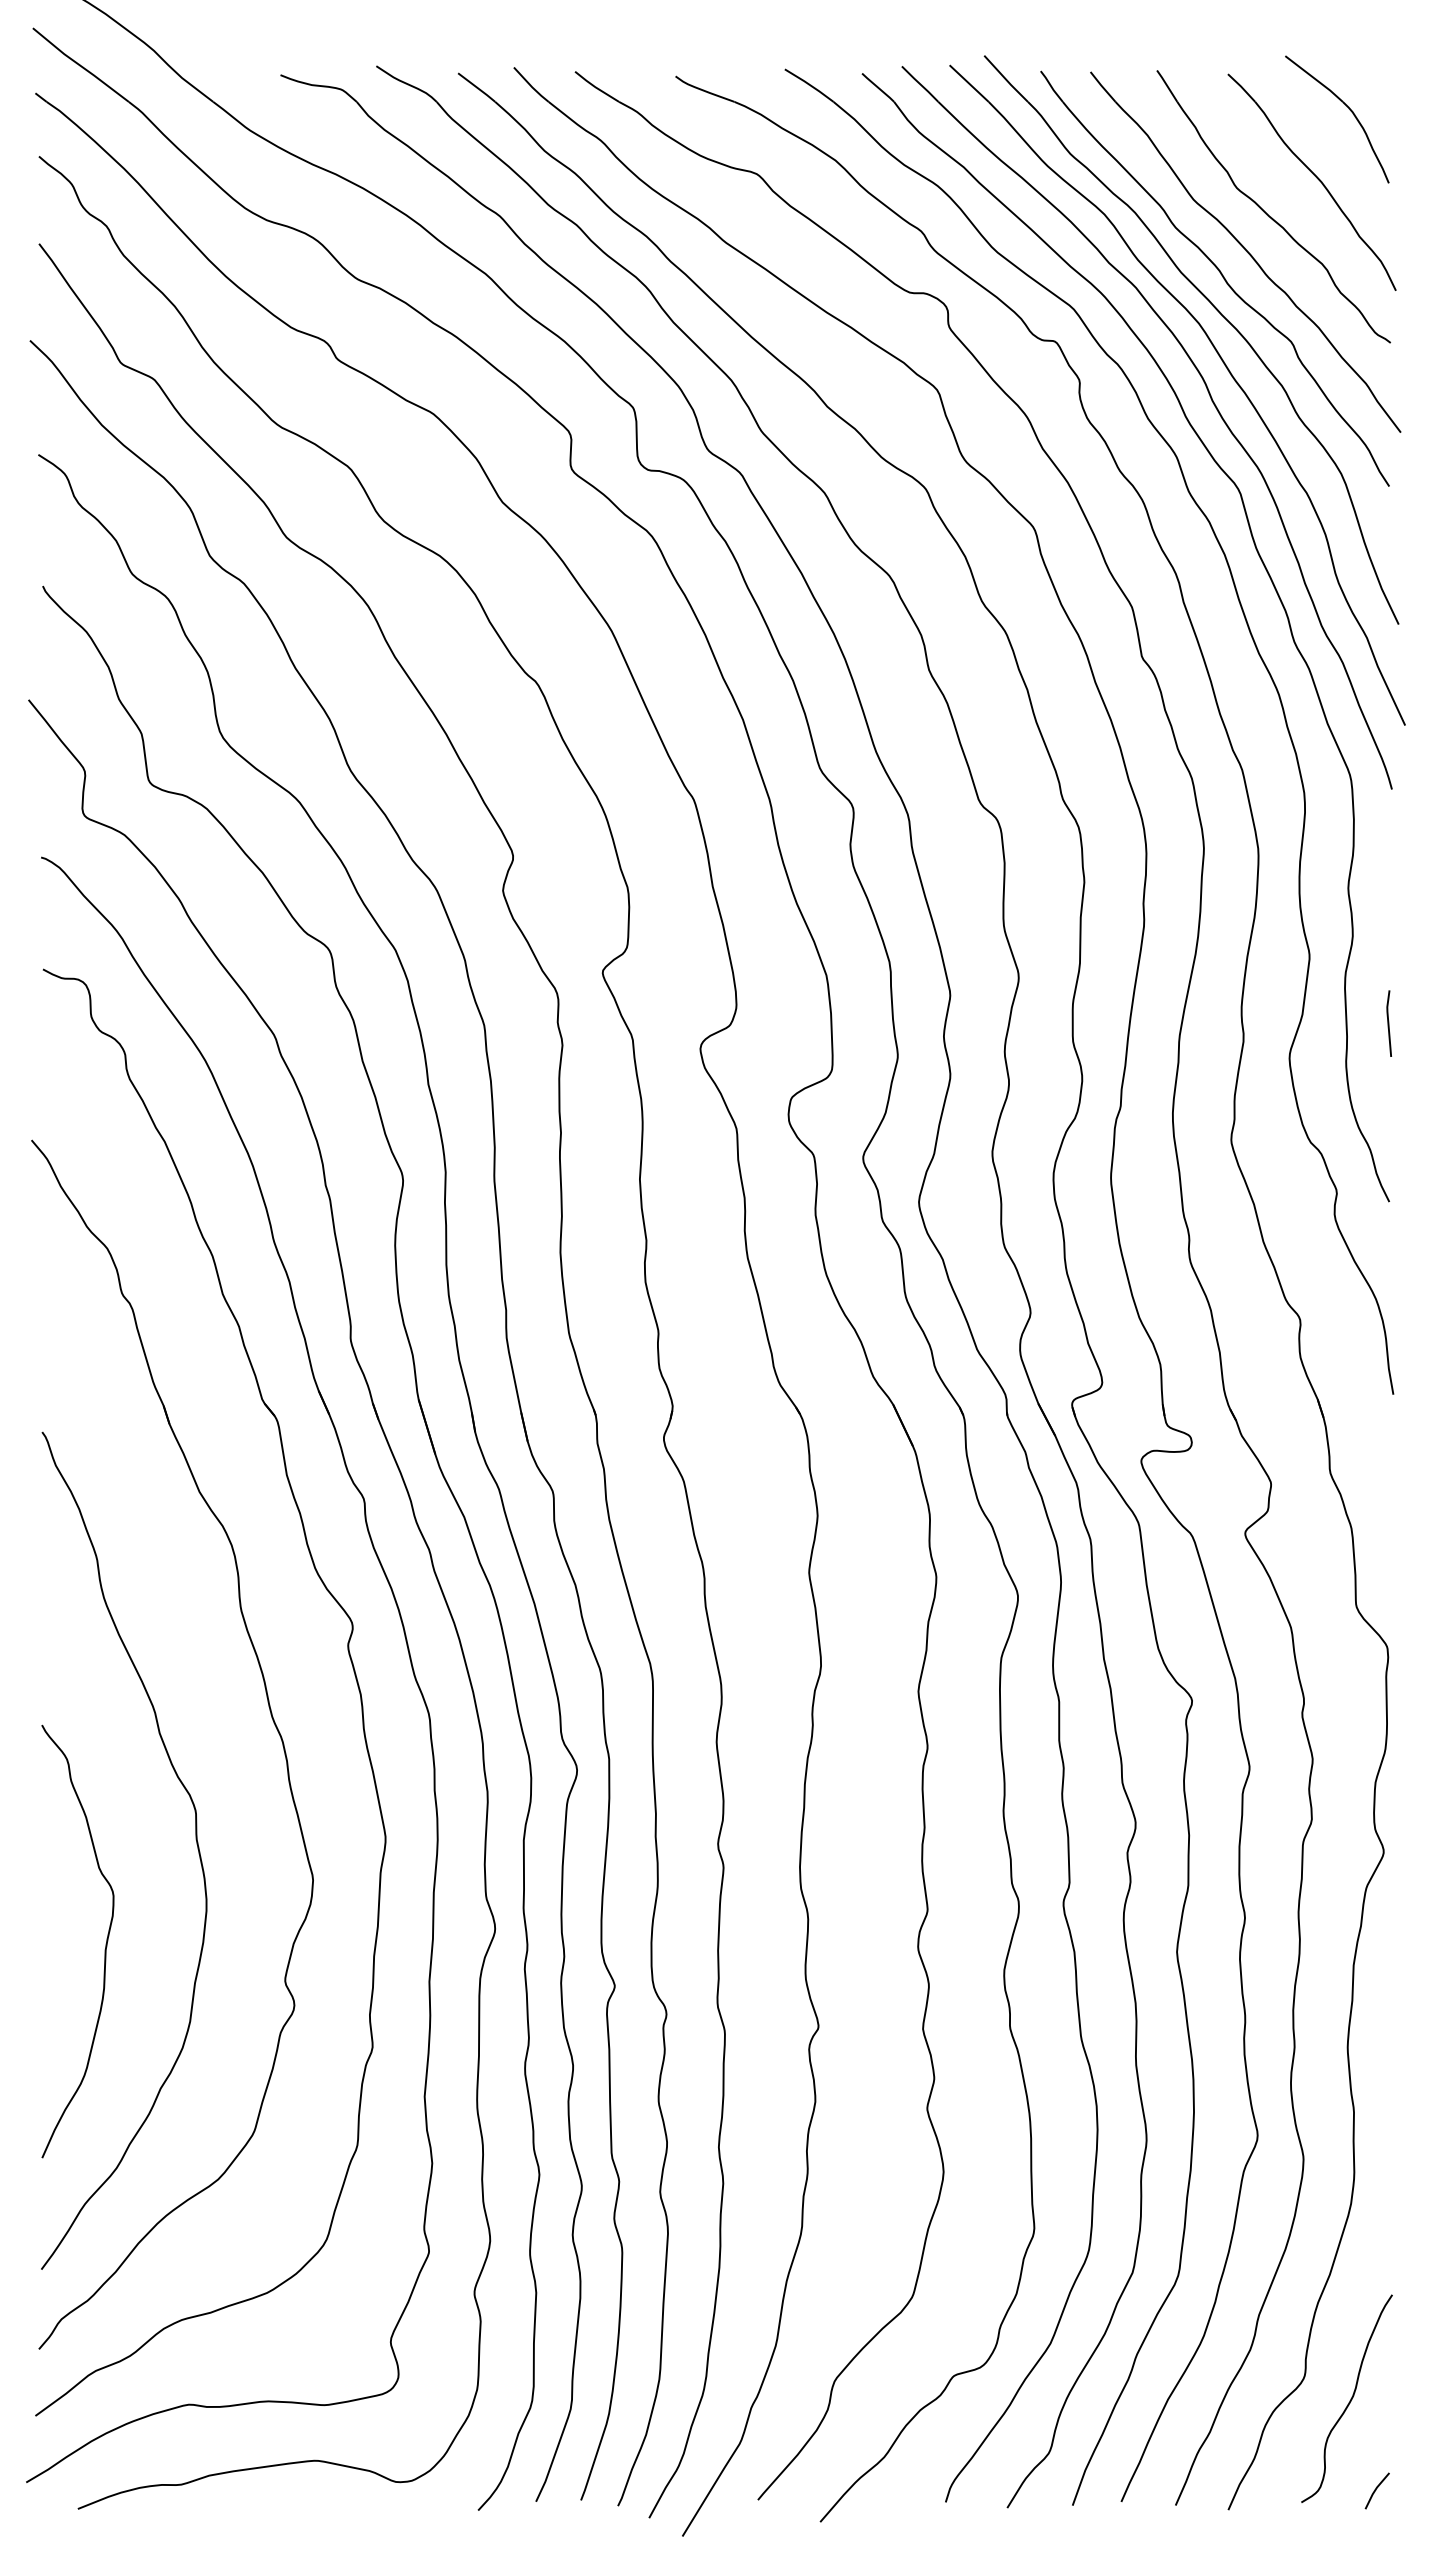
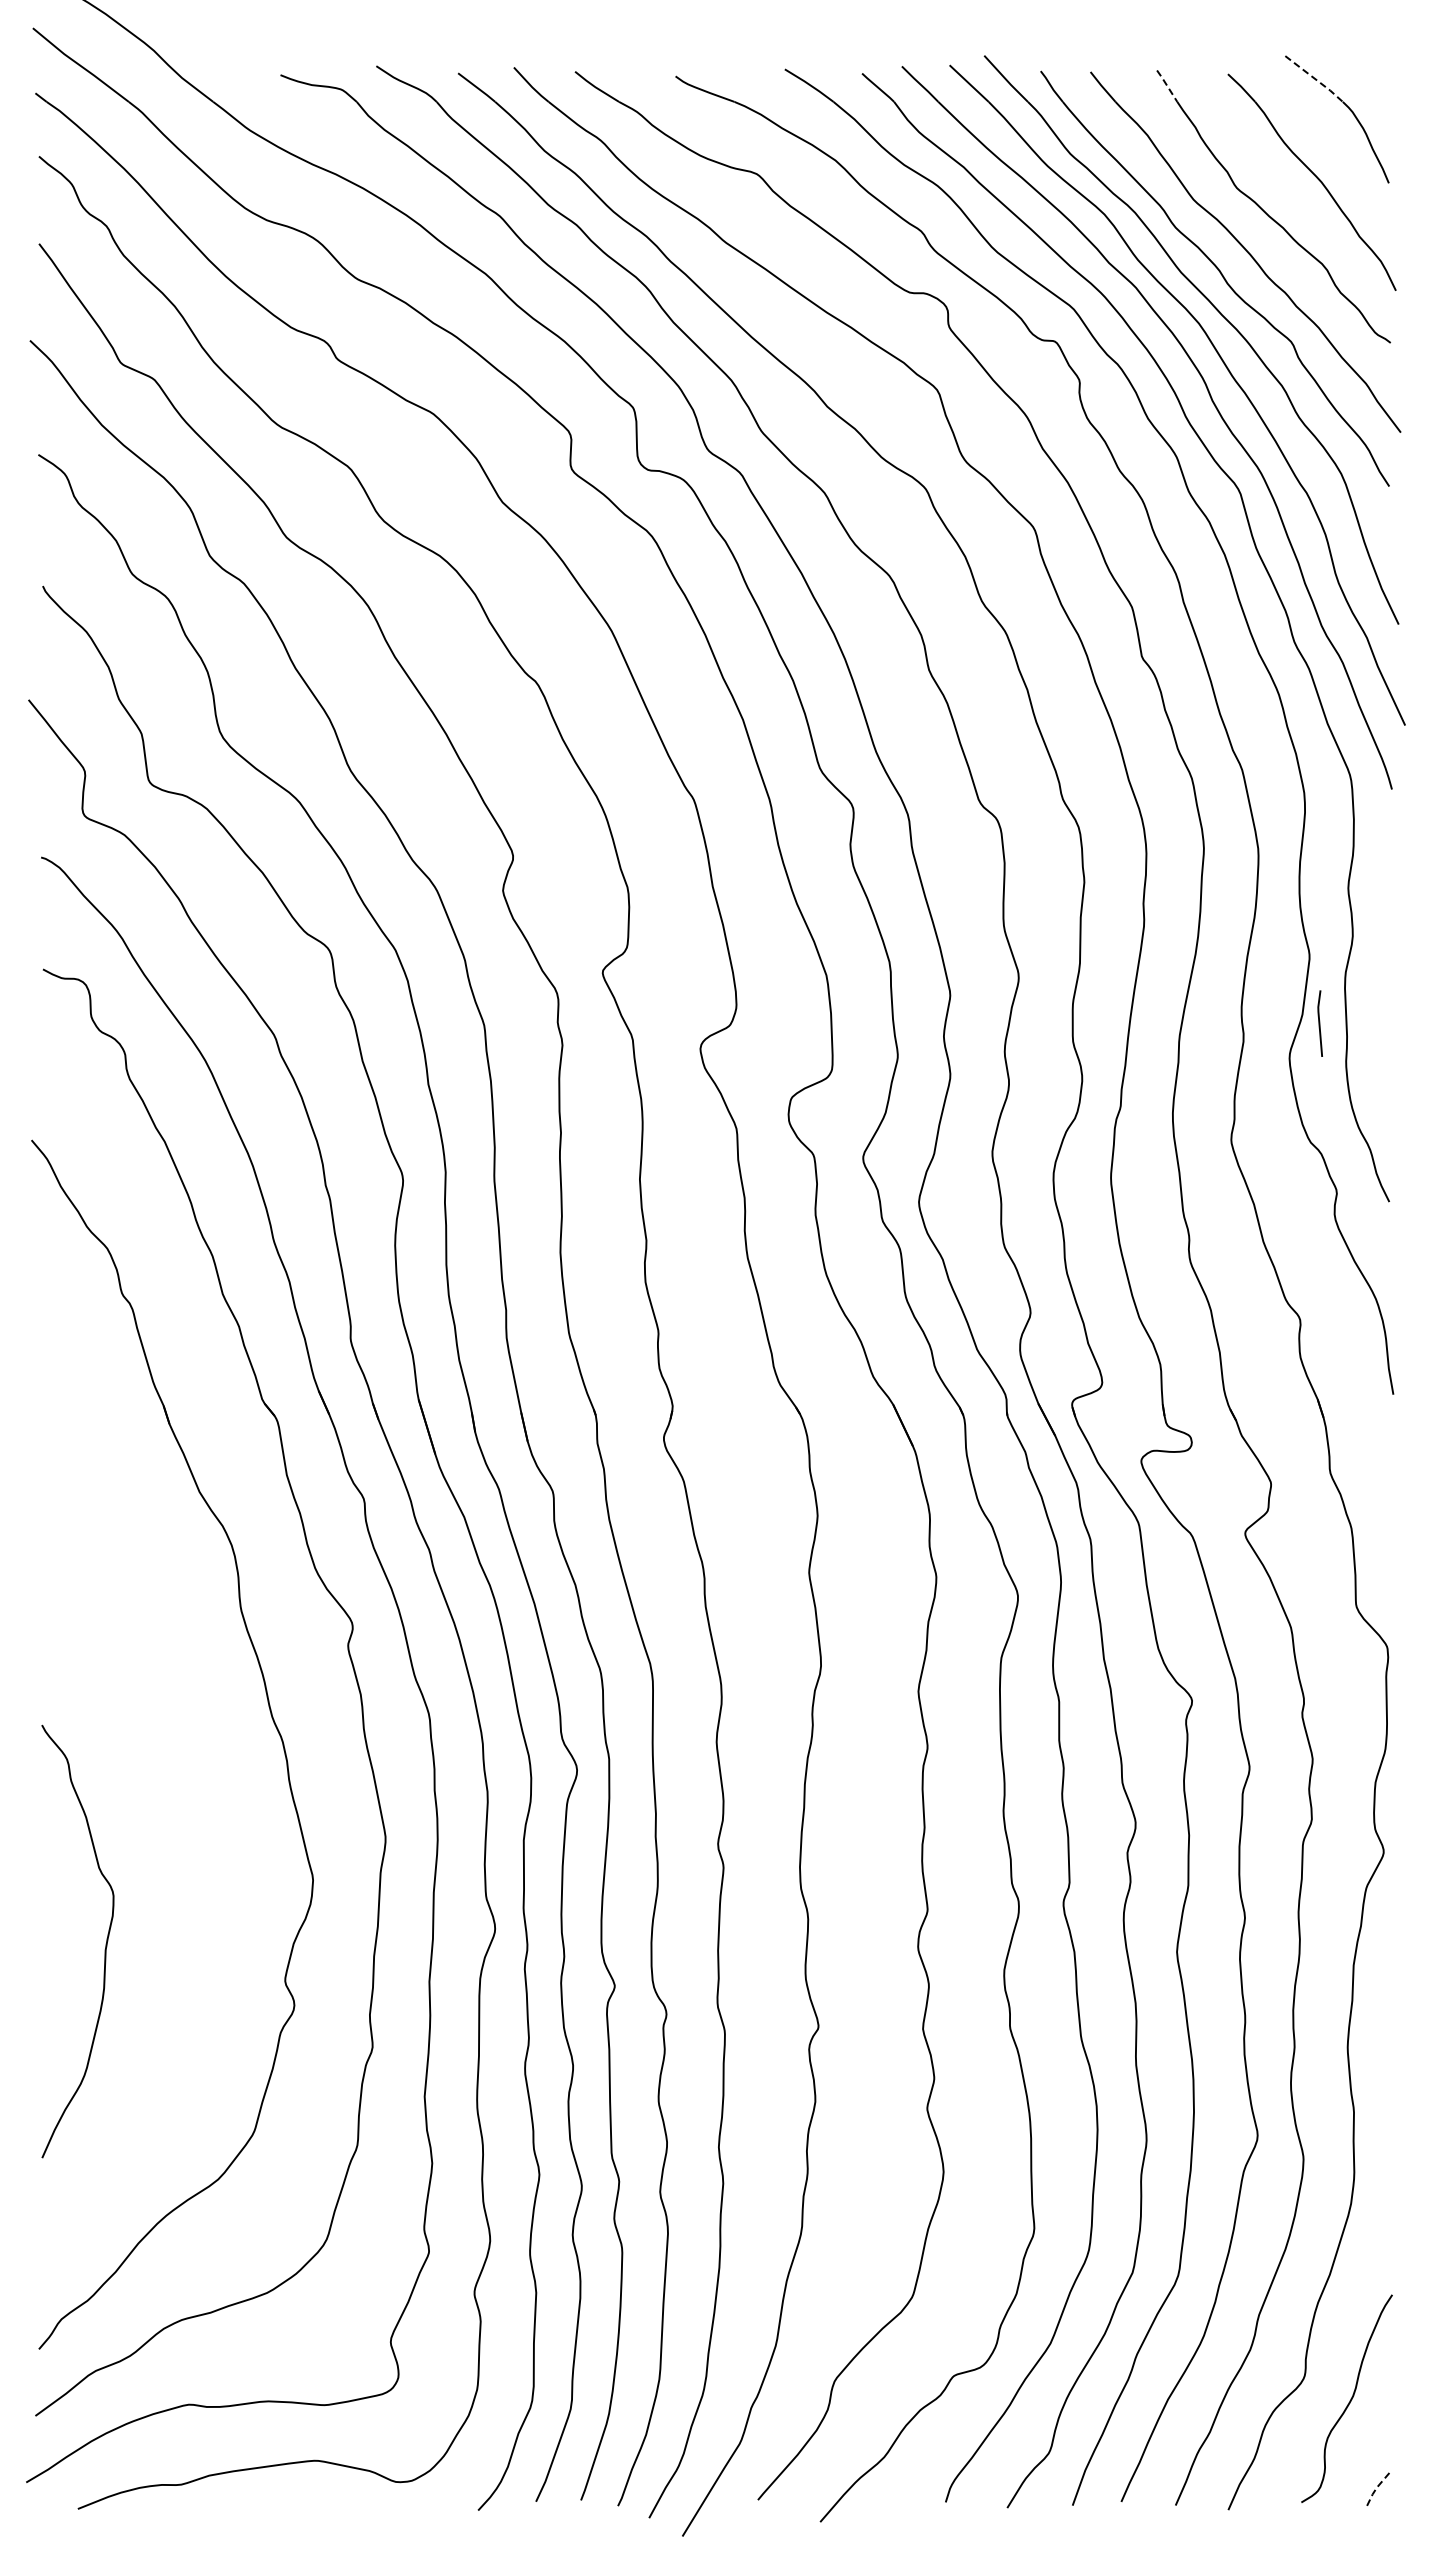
line at (1315, 79): solid -> dashed
line at (1167, 85): solid -> dashed
line at (1388, 1023) position: (1388, 1023) -> (1319, 1023)
curve at (195, 1839): present -> none
line at (1375, 2489): solid -> dashed
